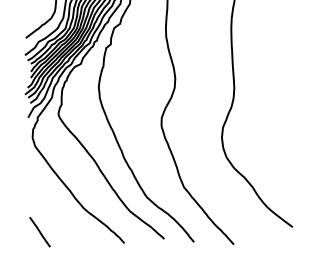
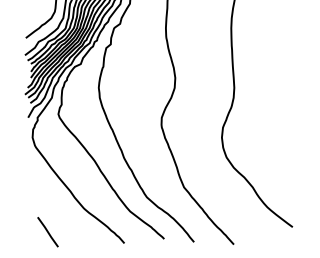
line at (39, 232) position: (39, 232) -> (47, 232)
